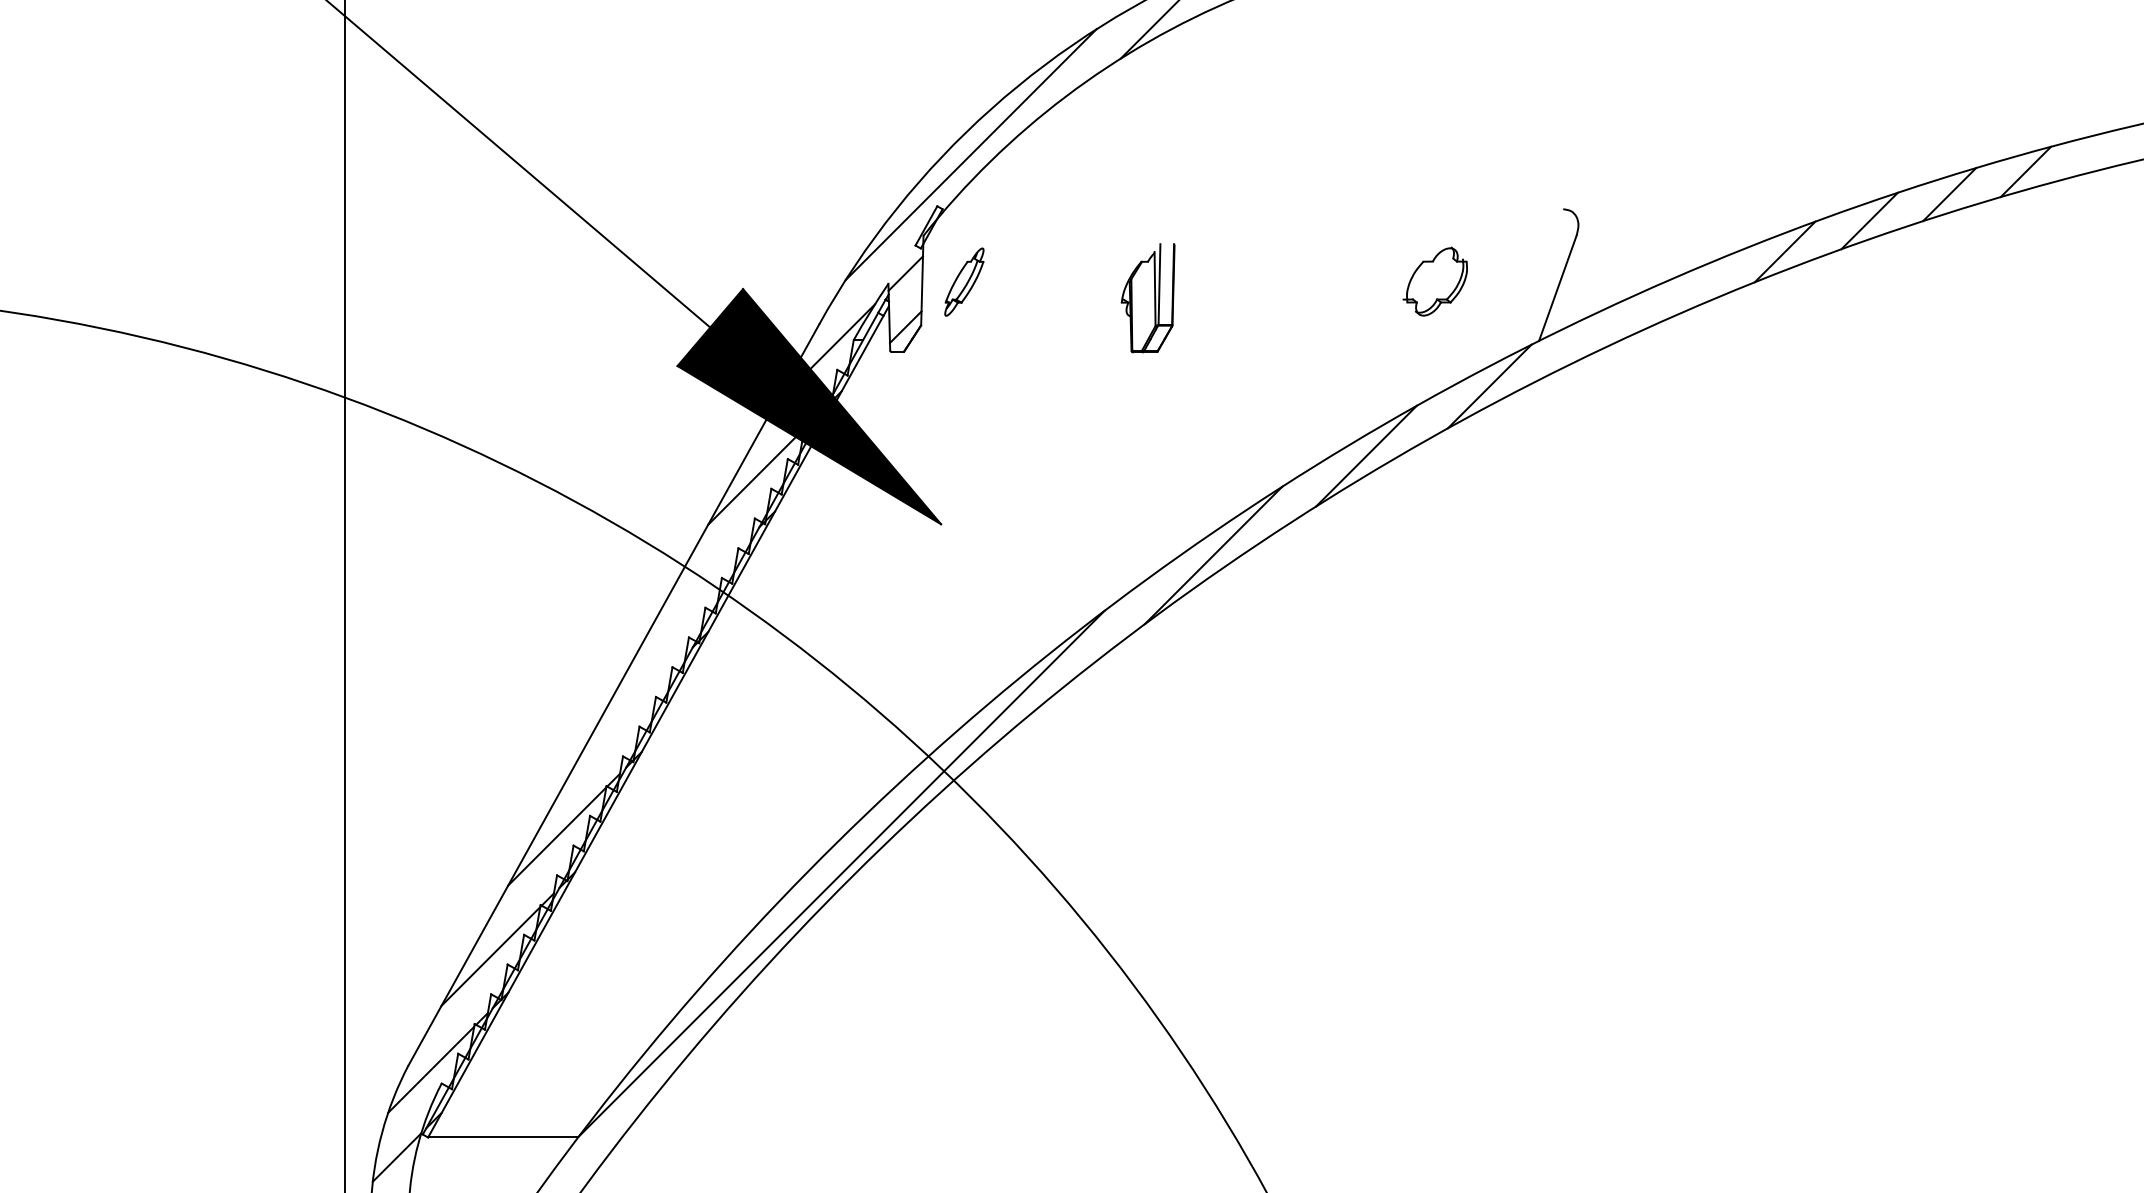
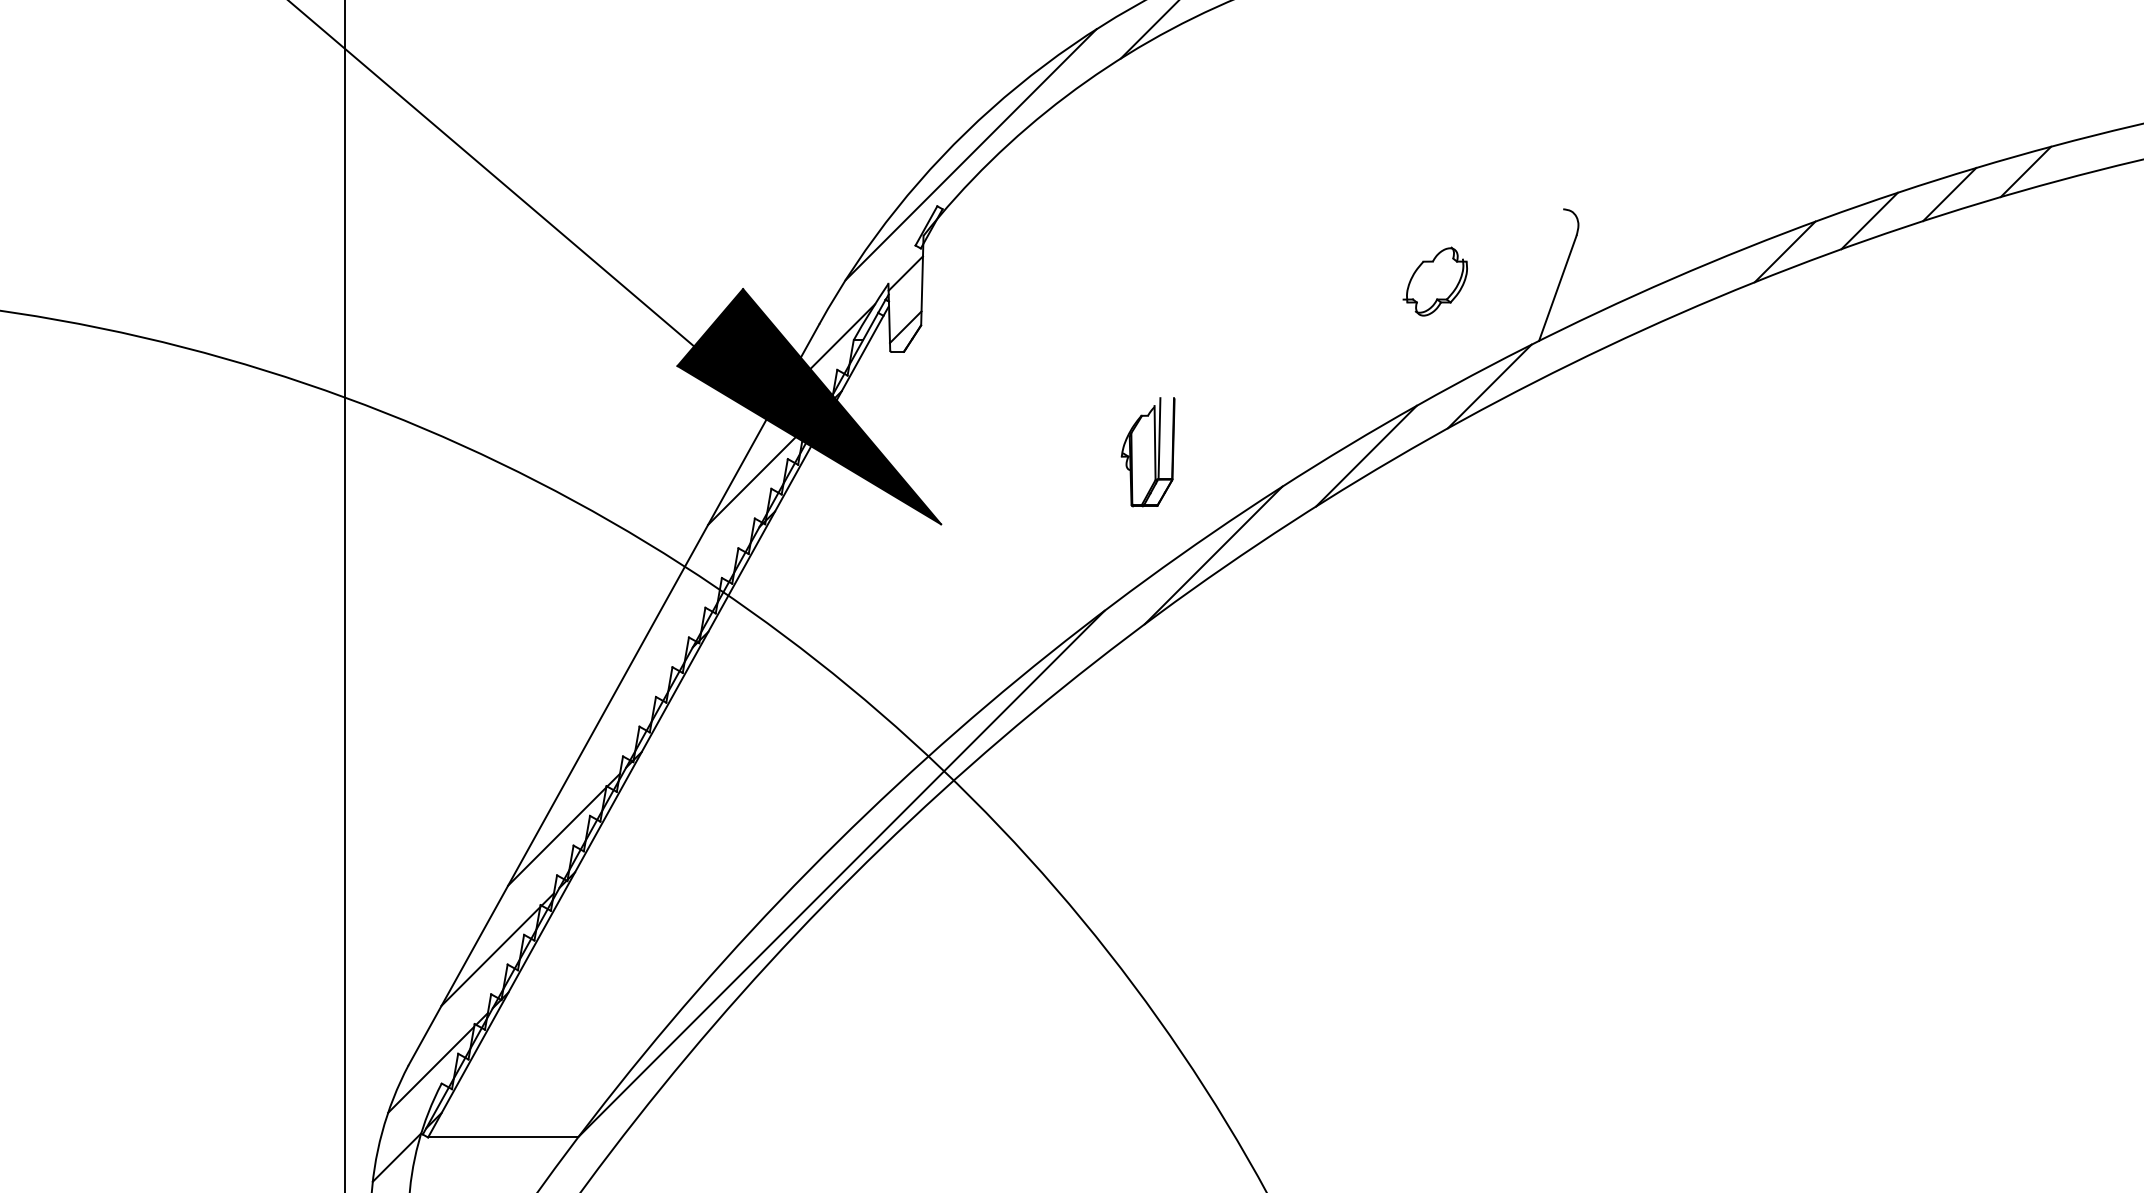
line at (519, 164) position: (519, 164) -> (492, 174)
part at (964, 281): present -> none
part at (1147, 298) position: (1147, 298) -> (1147, 452)
